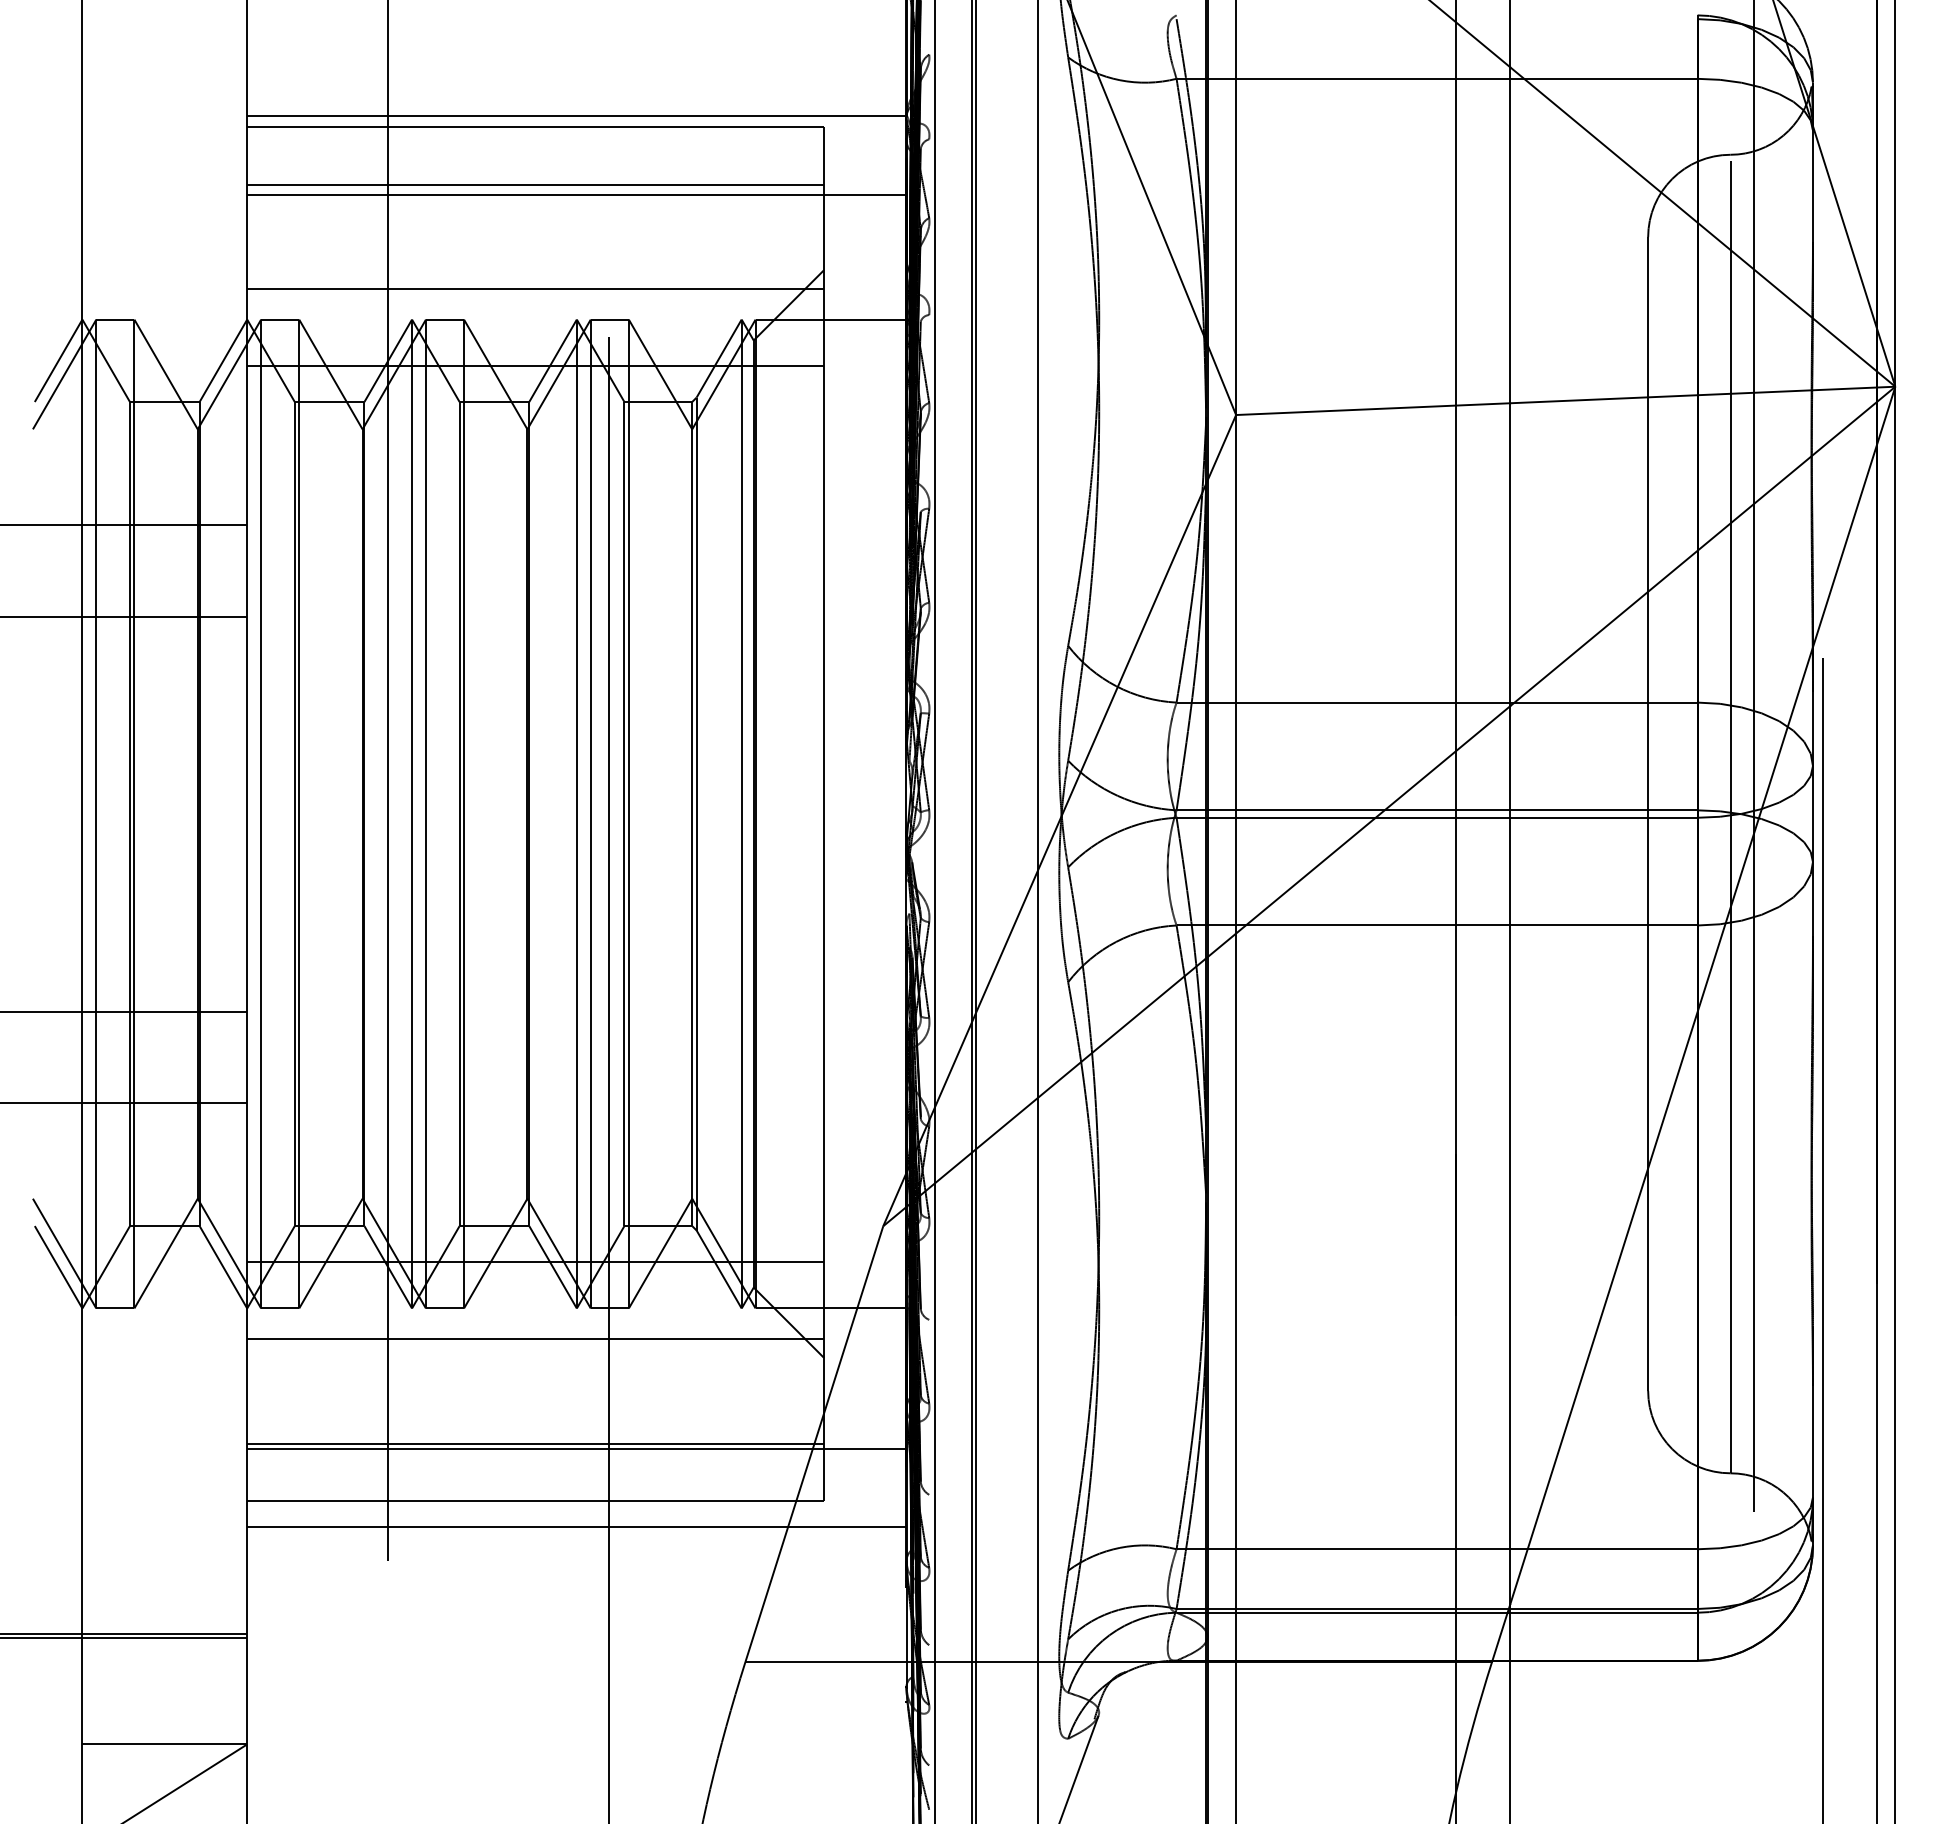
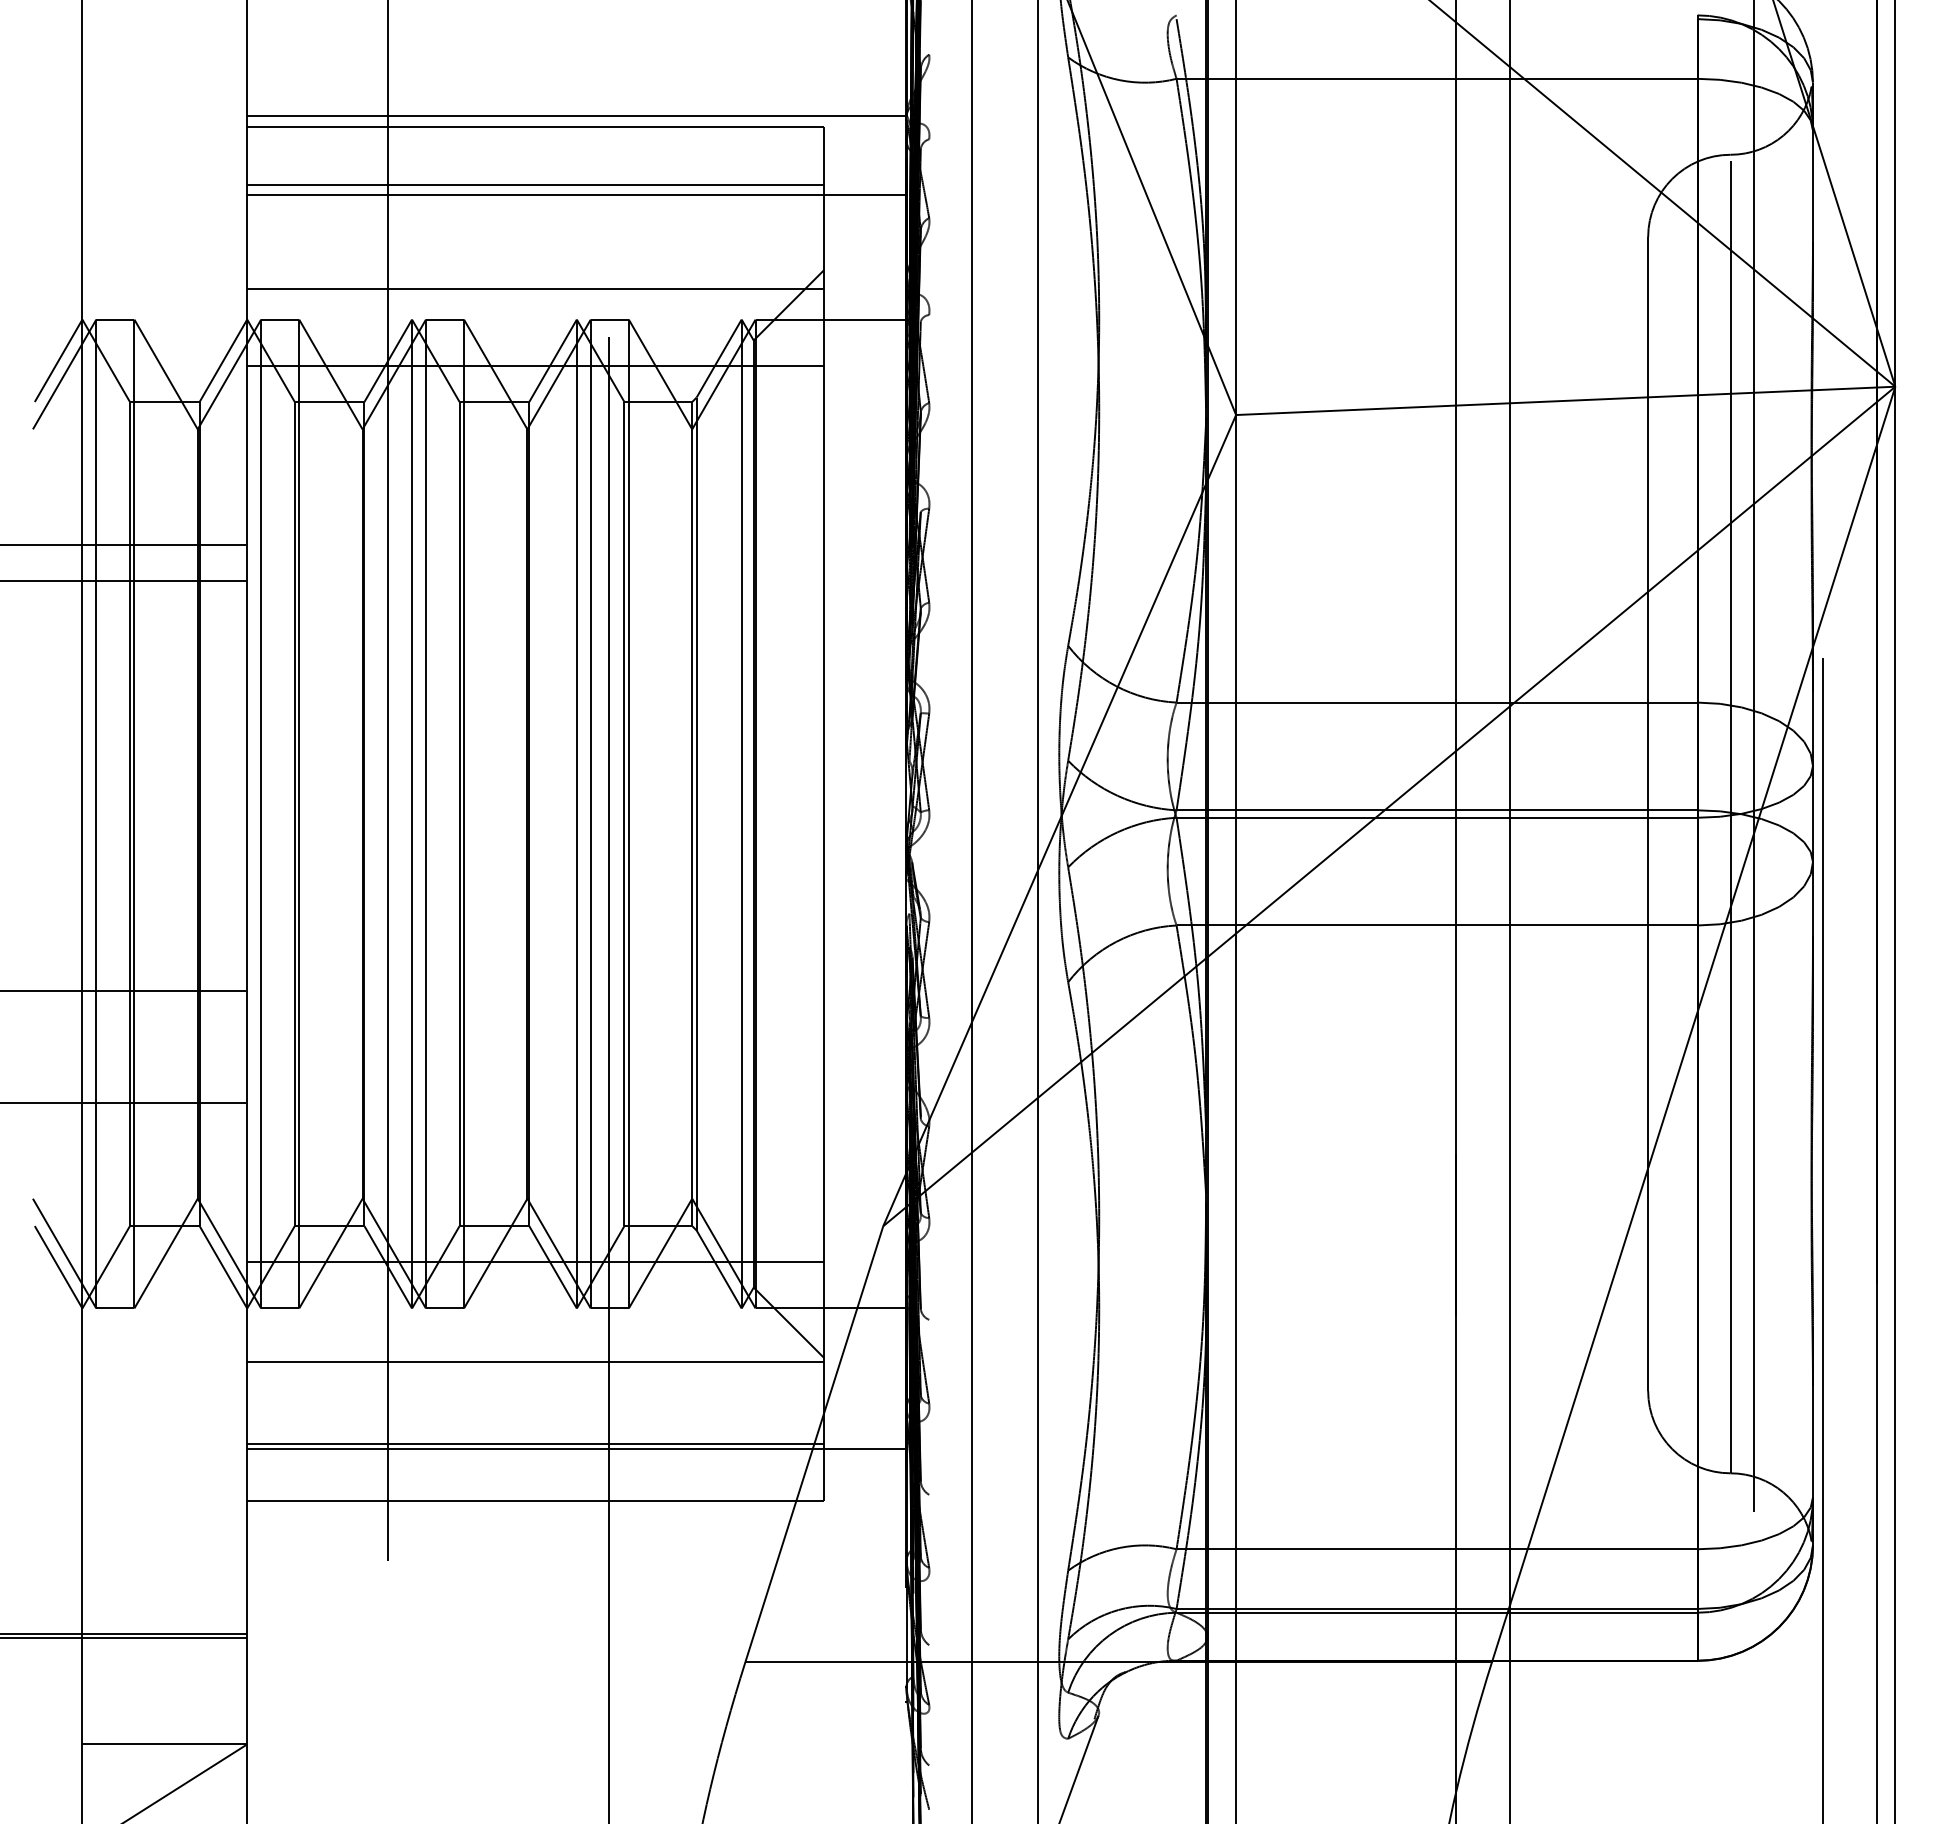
line at (124, 524) position: (124, 524) -> (124, 544)
line at (124, 616) position: (124, 616) -> (124, 580)
line at (934, 911): present -> none
line at (975, 911): present -> none
line at (124, 1011) position: (124, 1011) -> (124, 990)
line at (535, 1339) position: (535, 1339) -> (535, 1362)
line at (576, 1527): present -> none
